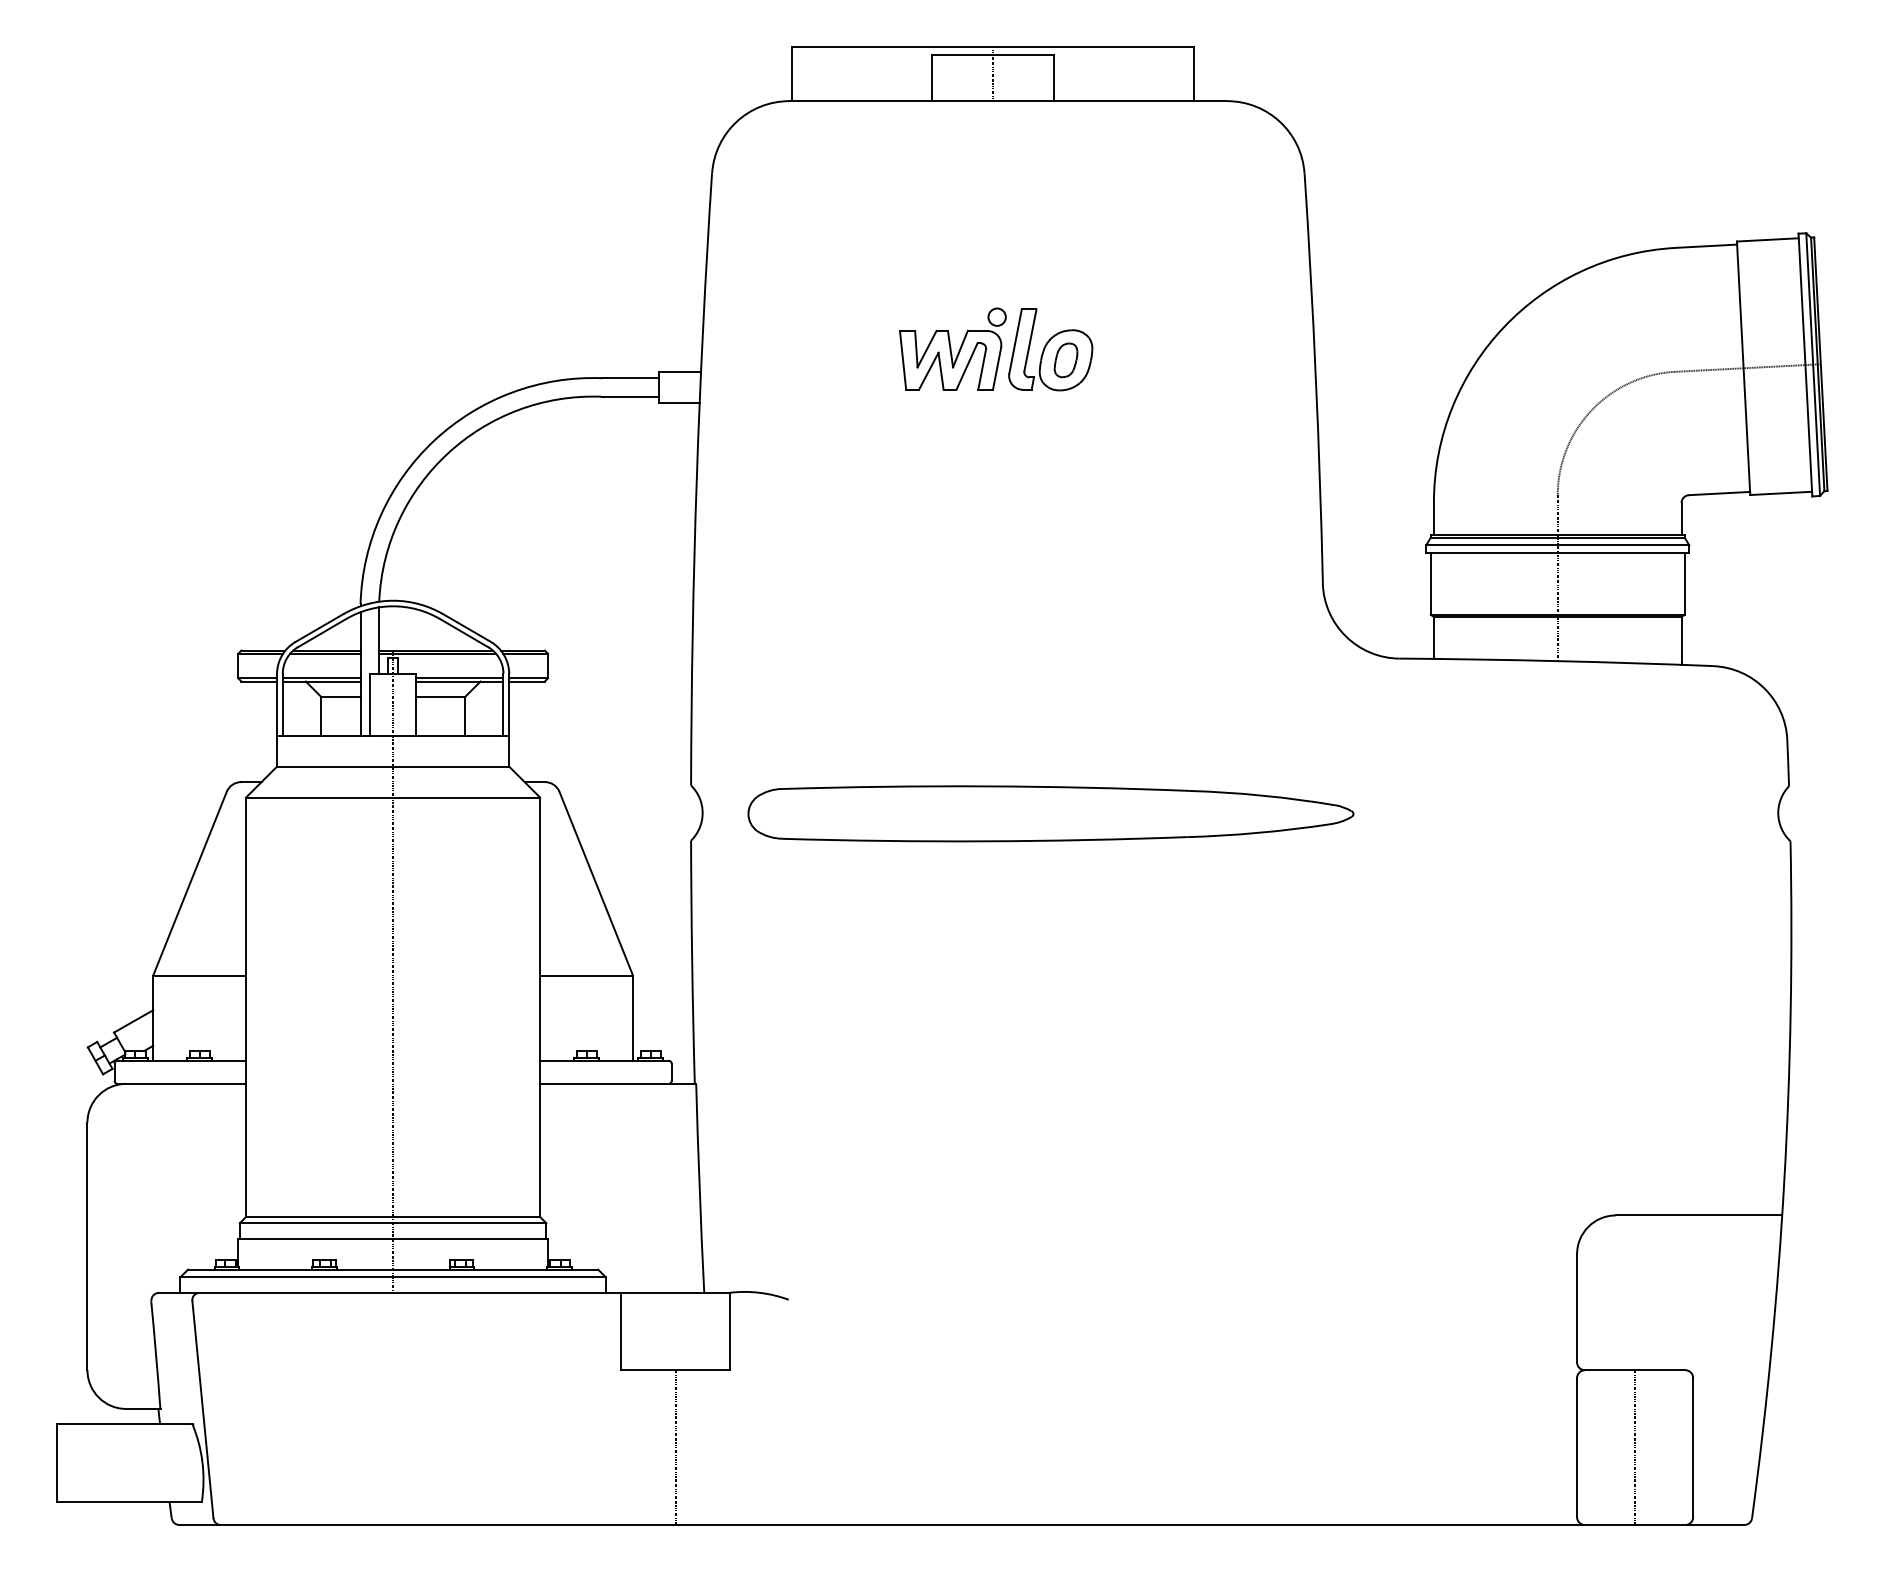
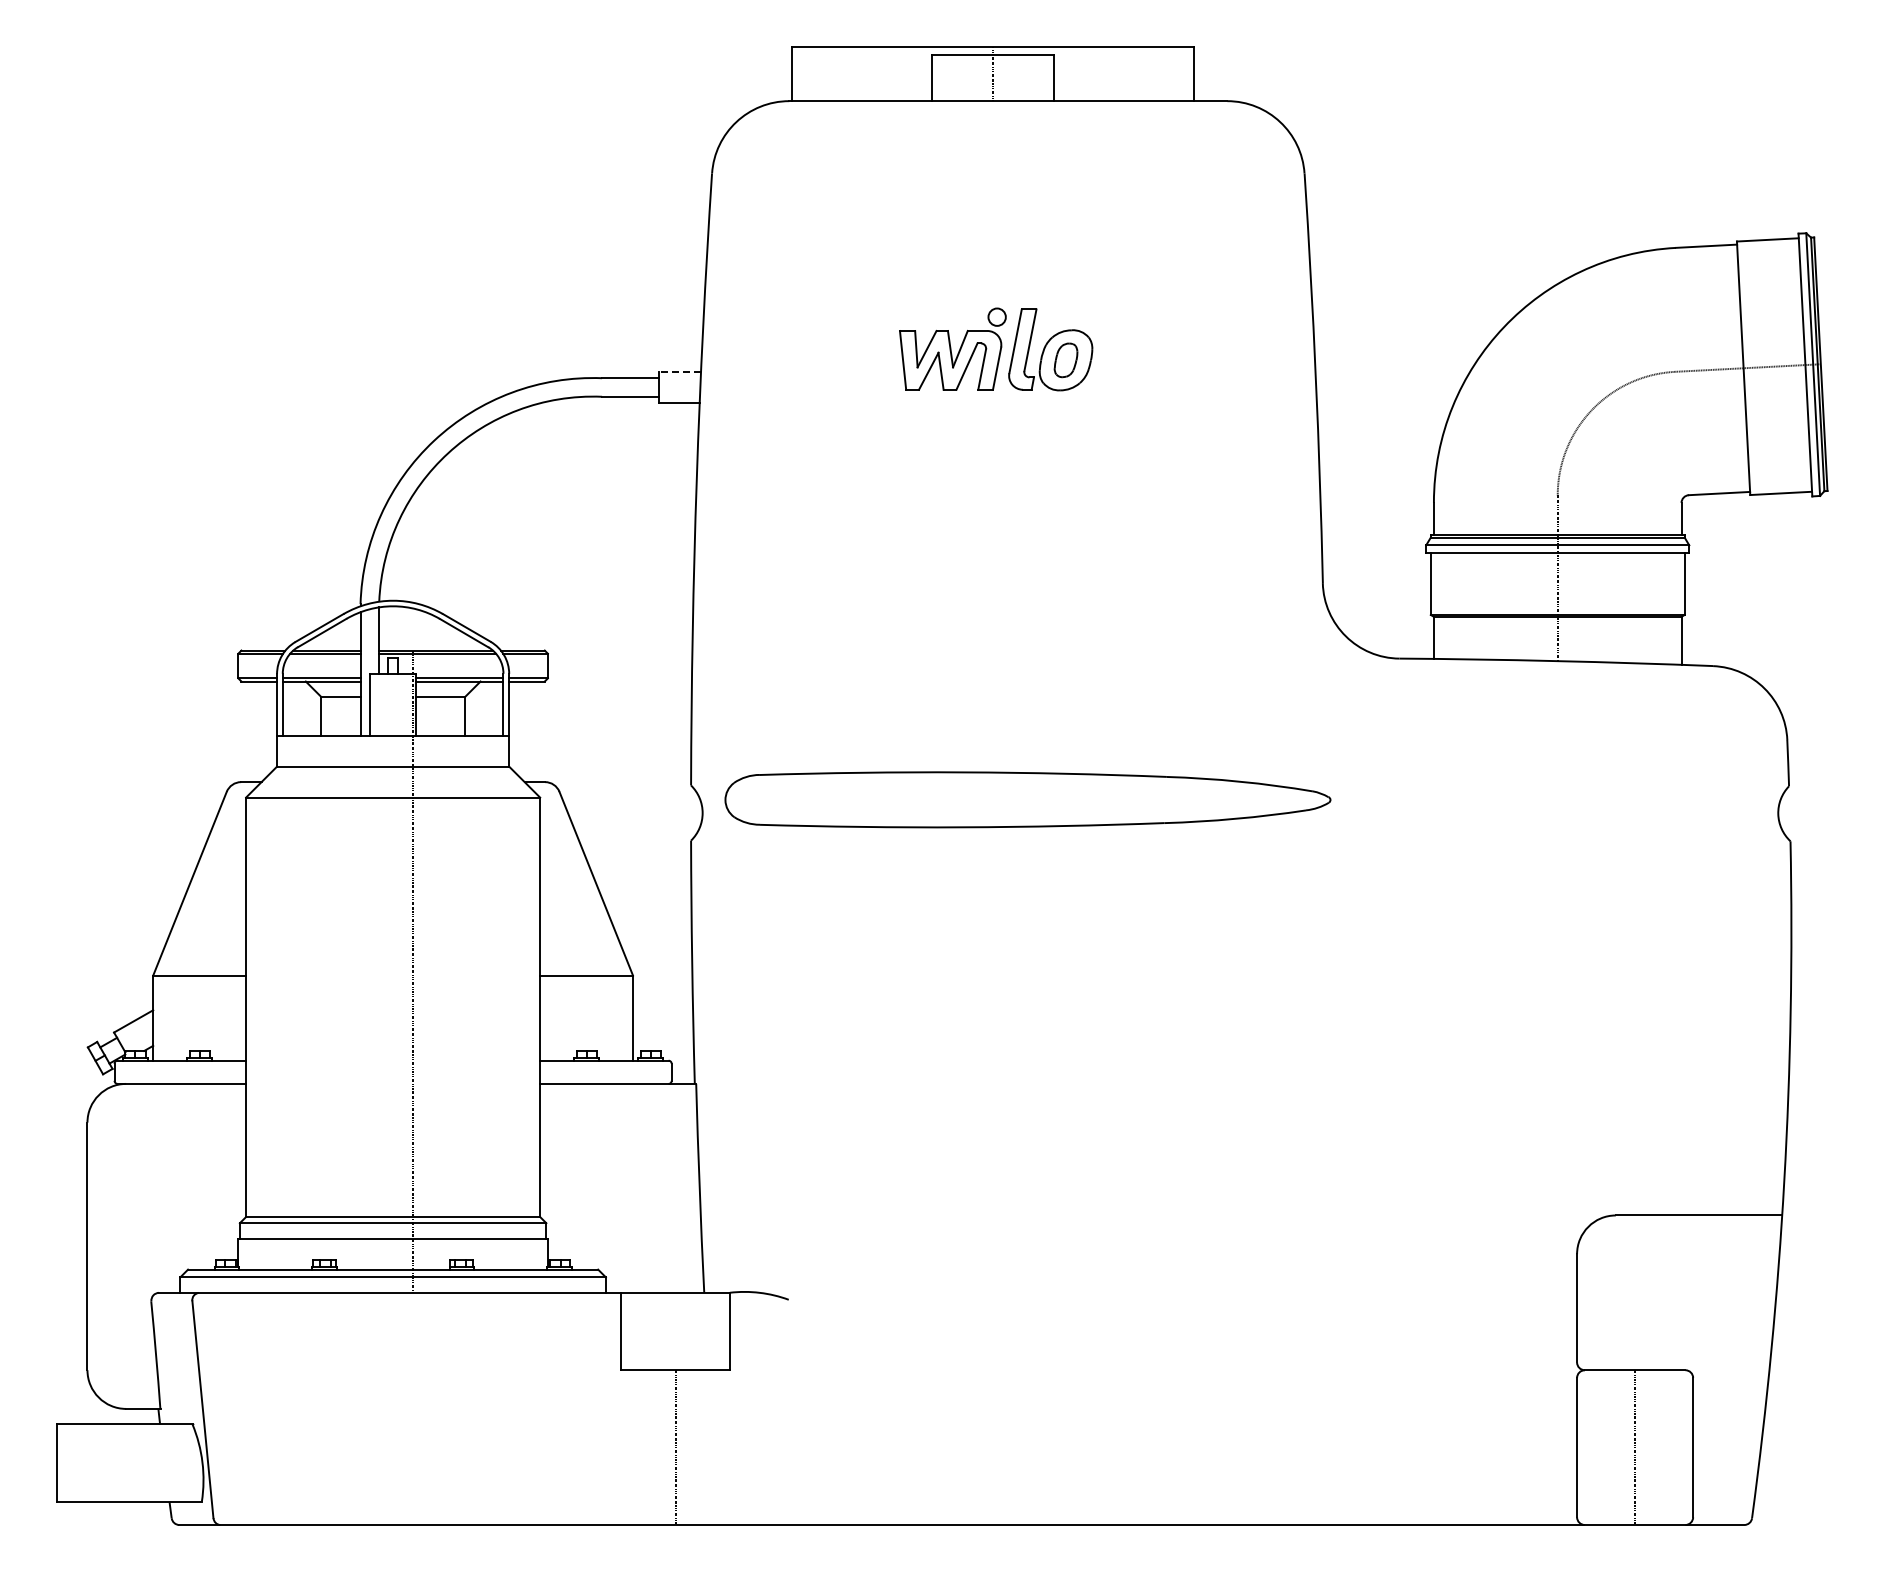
line at (680, 372): solid -> dashed
part at (1050, 813) position: (1050, 813) -> (1027, 799)
line at (393, 971) position: (393, 971) -> (413, 971)
